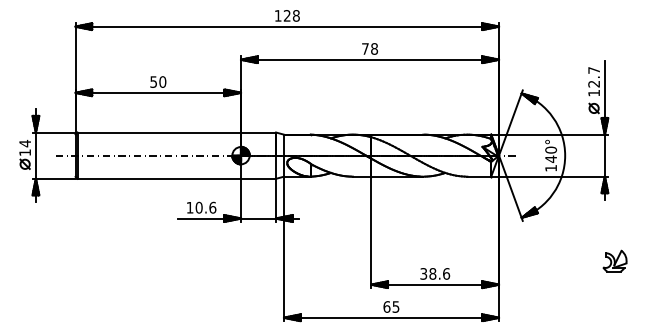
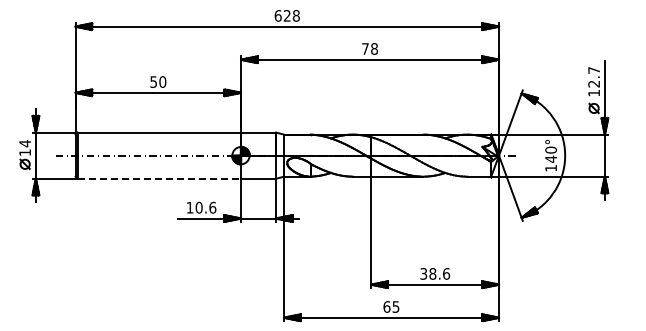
text at (277, 15): 128 -> 628
line at (159, 178): solid -> dashed
part at (614, 260): present -> none
